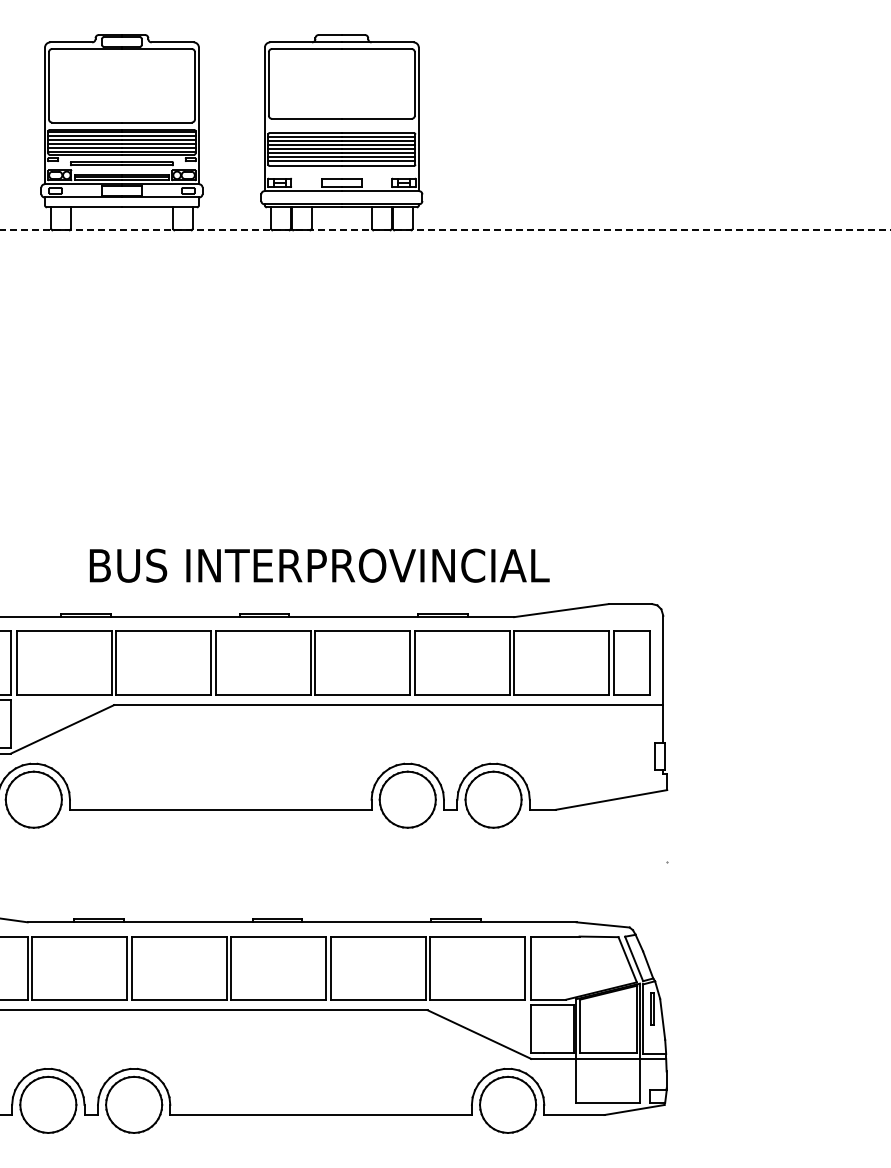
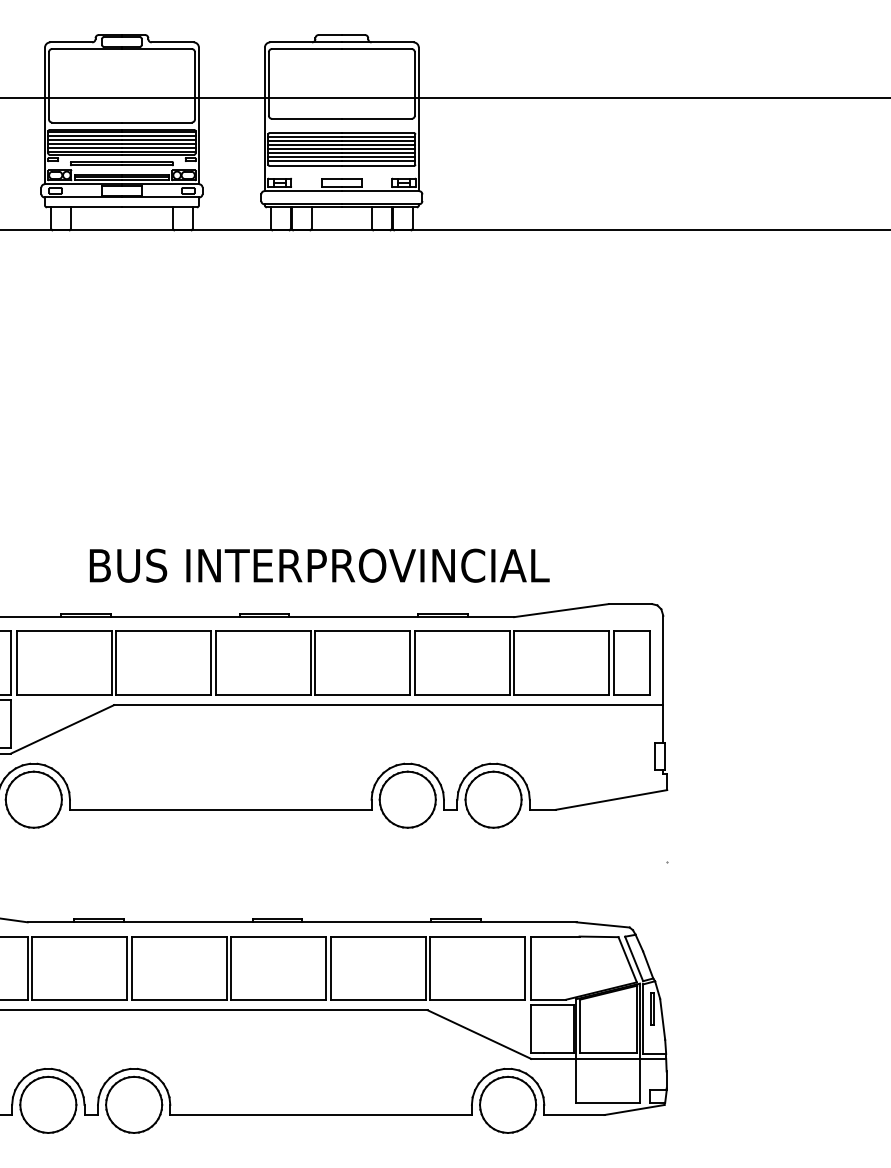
line at (444, 98): none -> present
line at (445, 230): dashed -> solid
